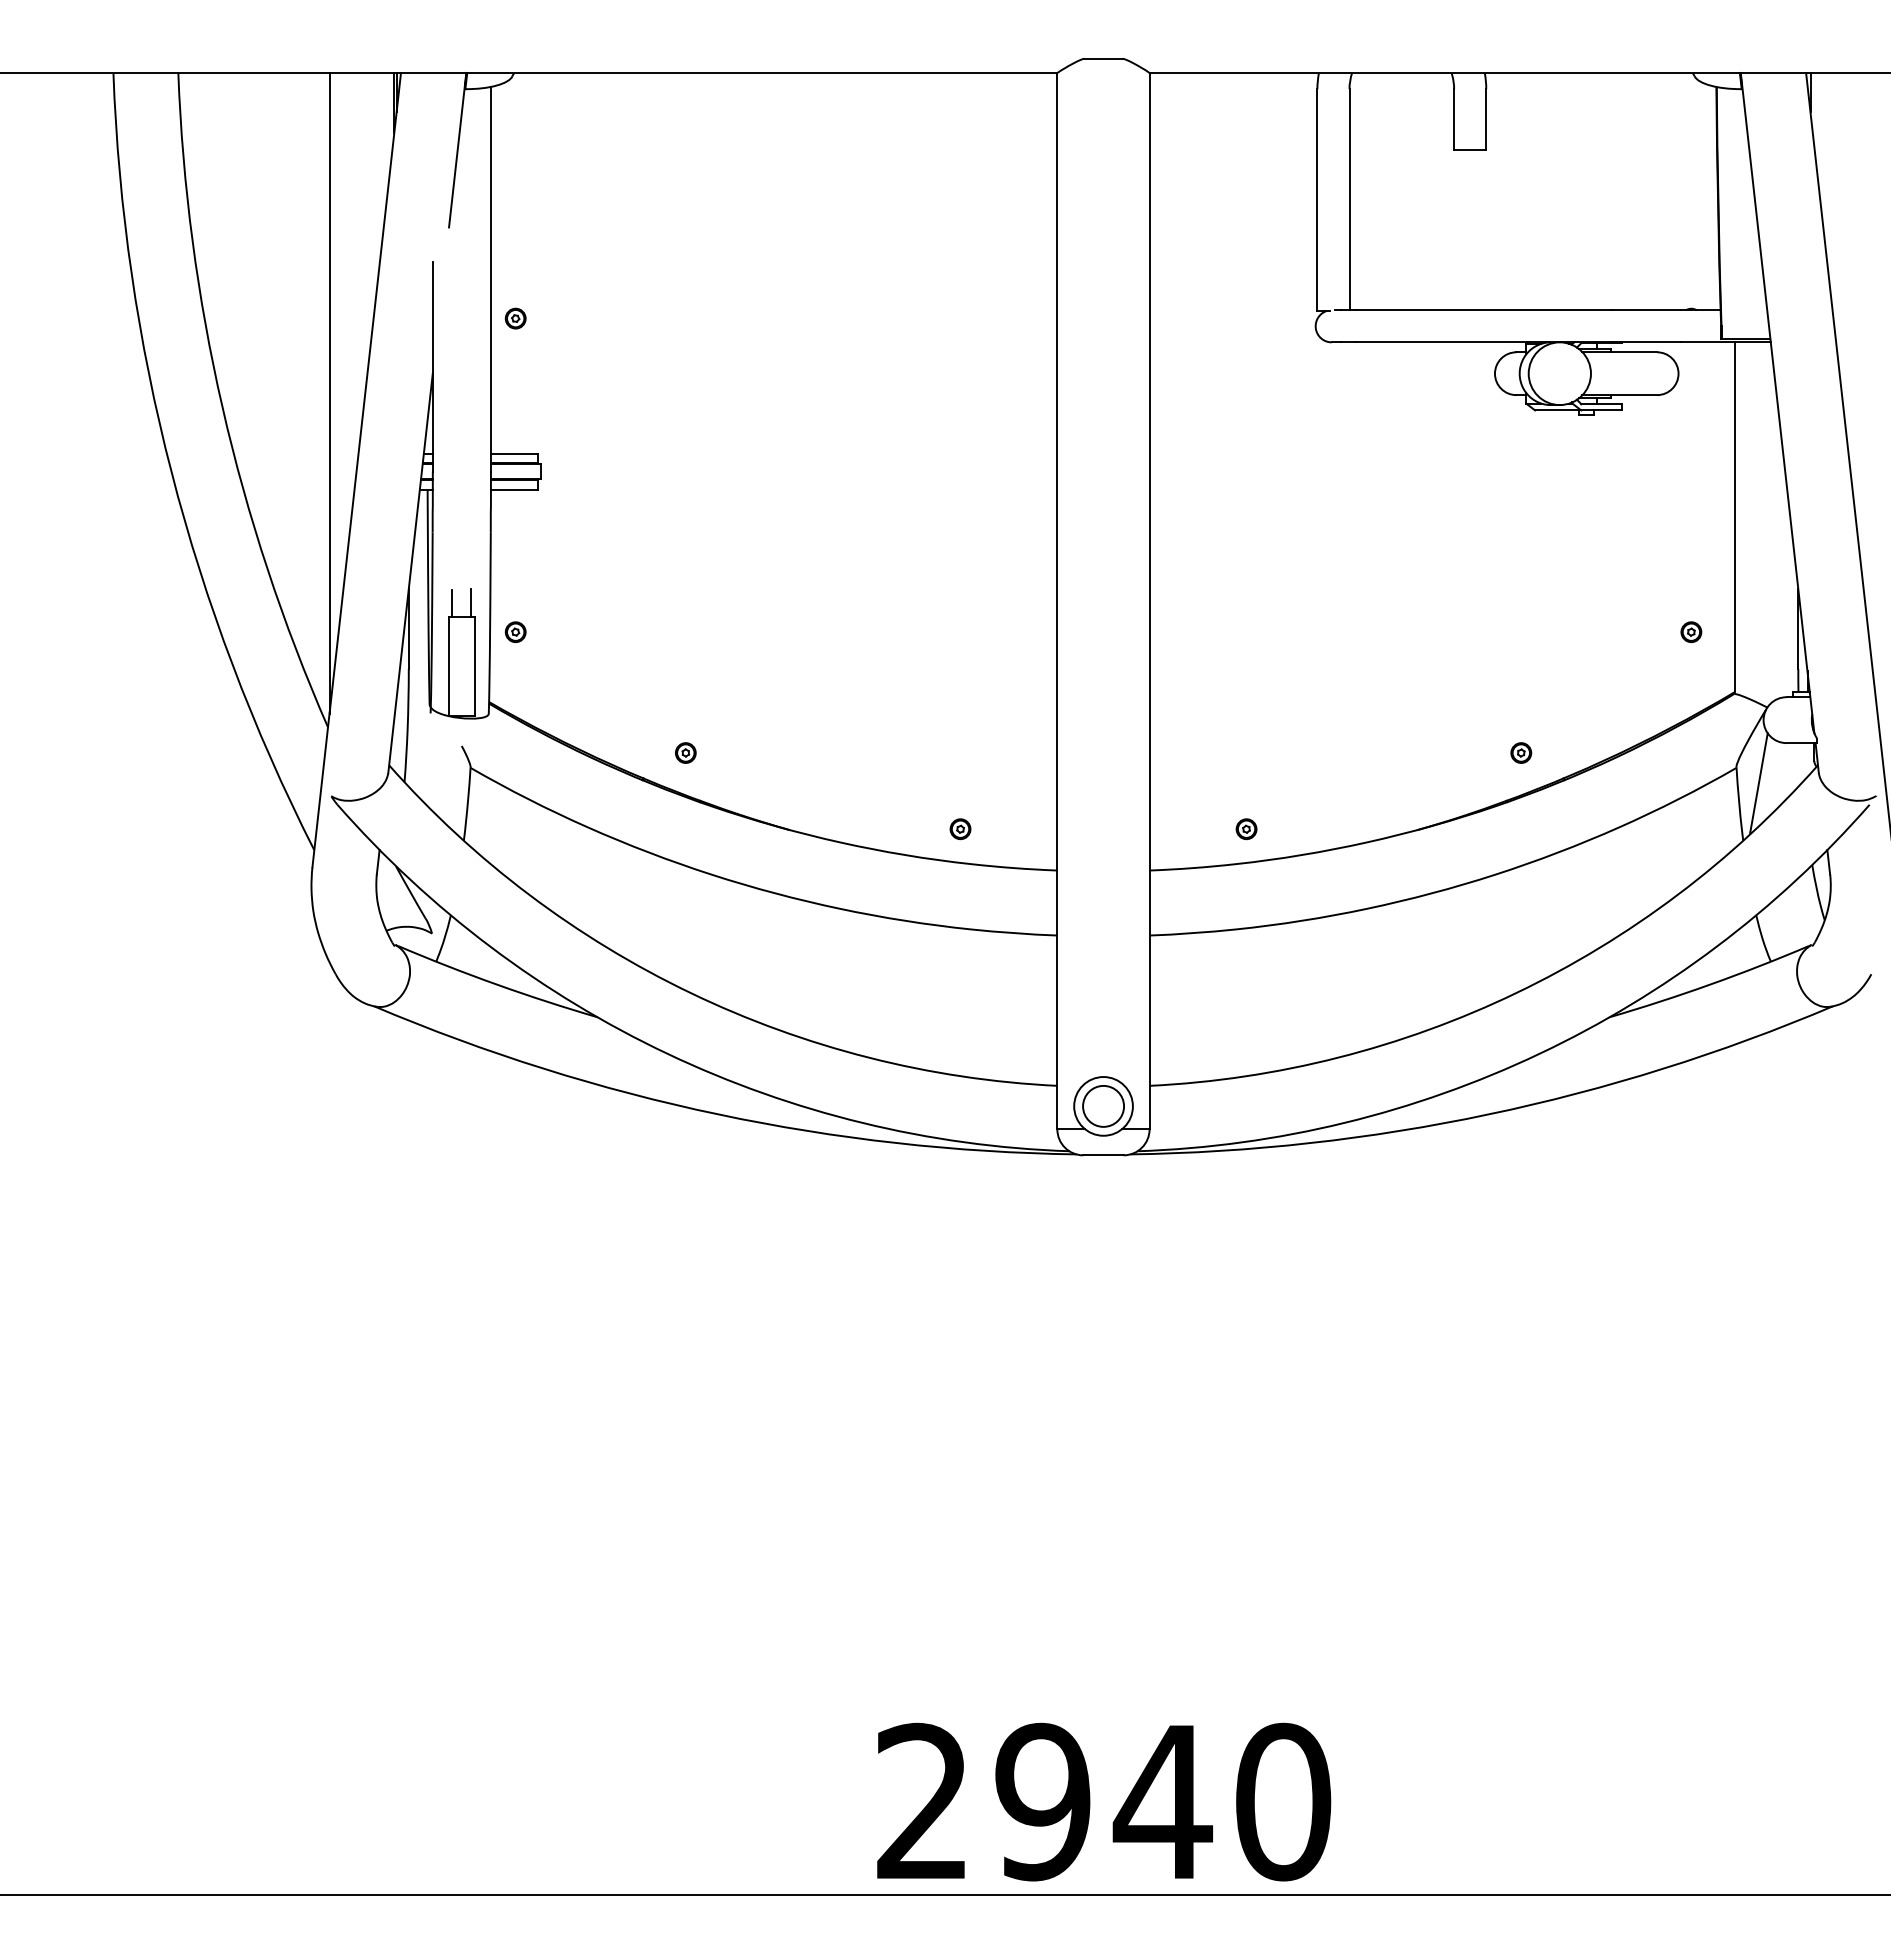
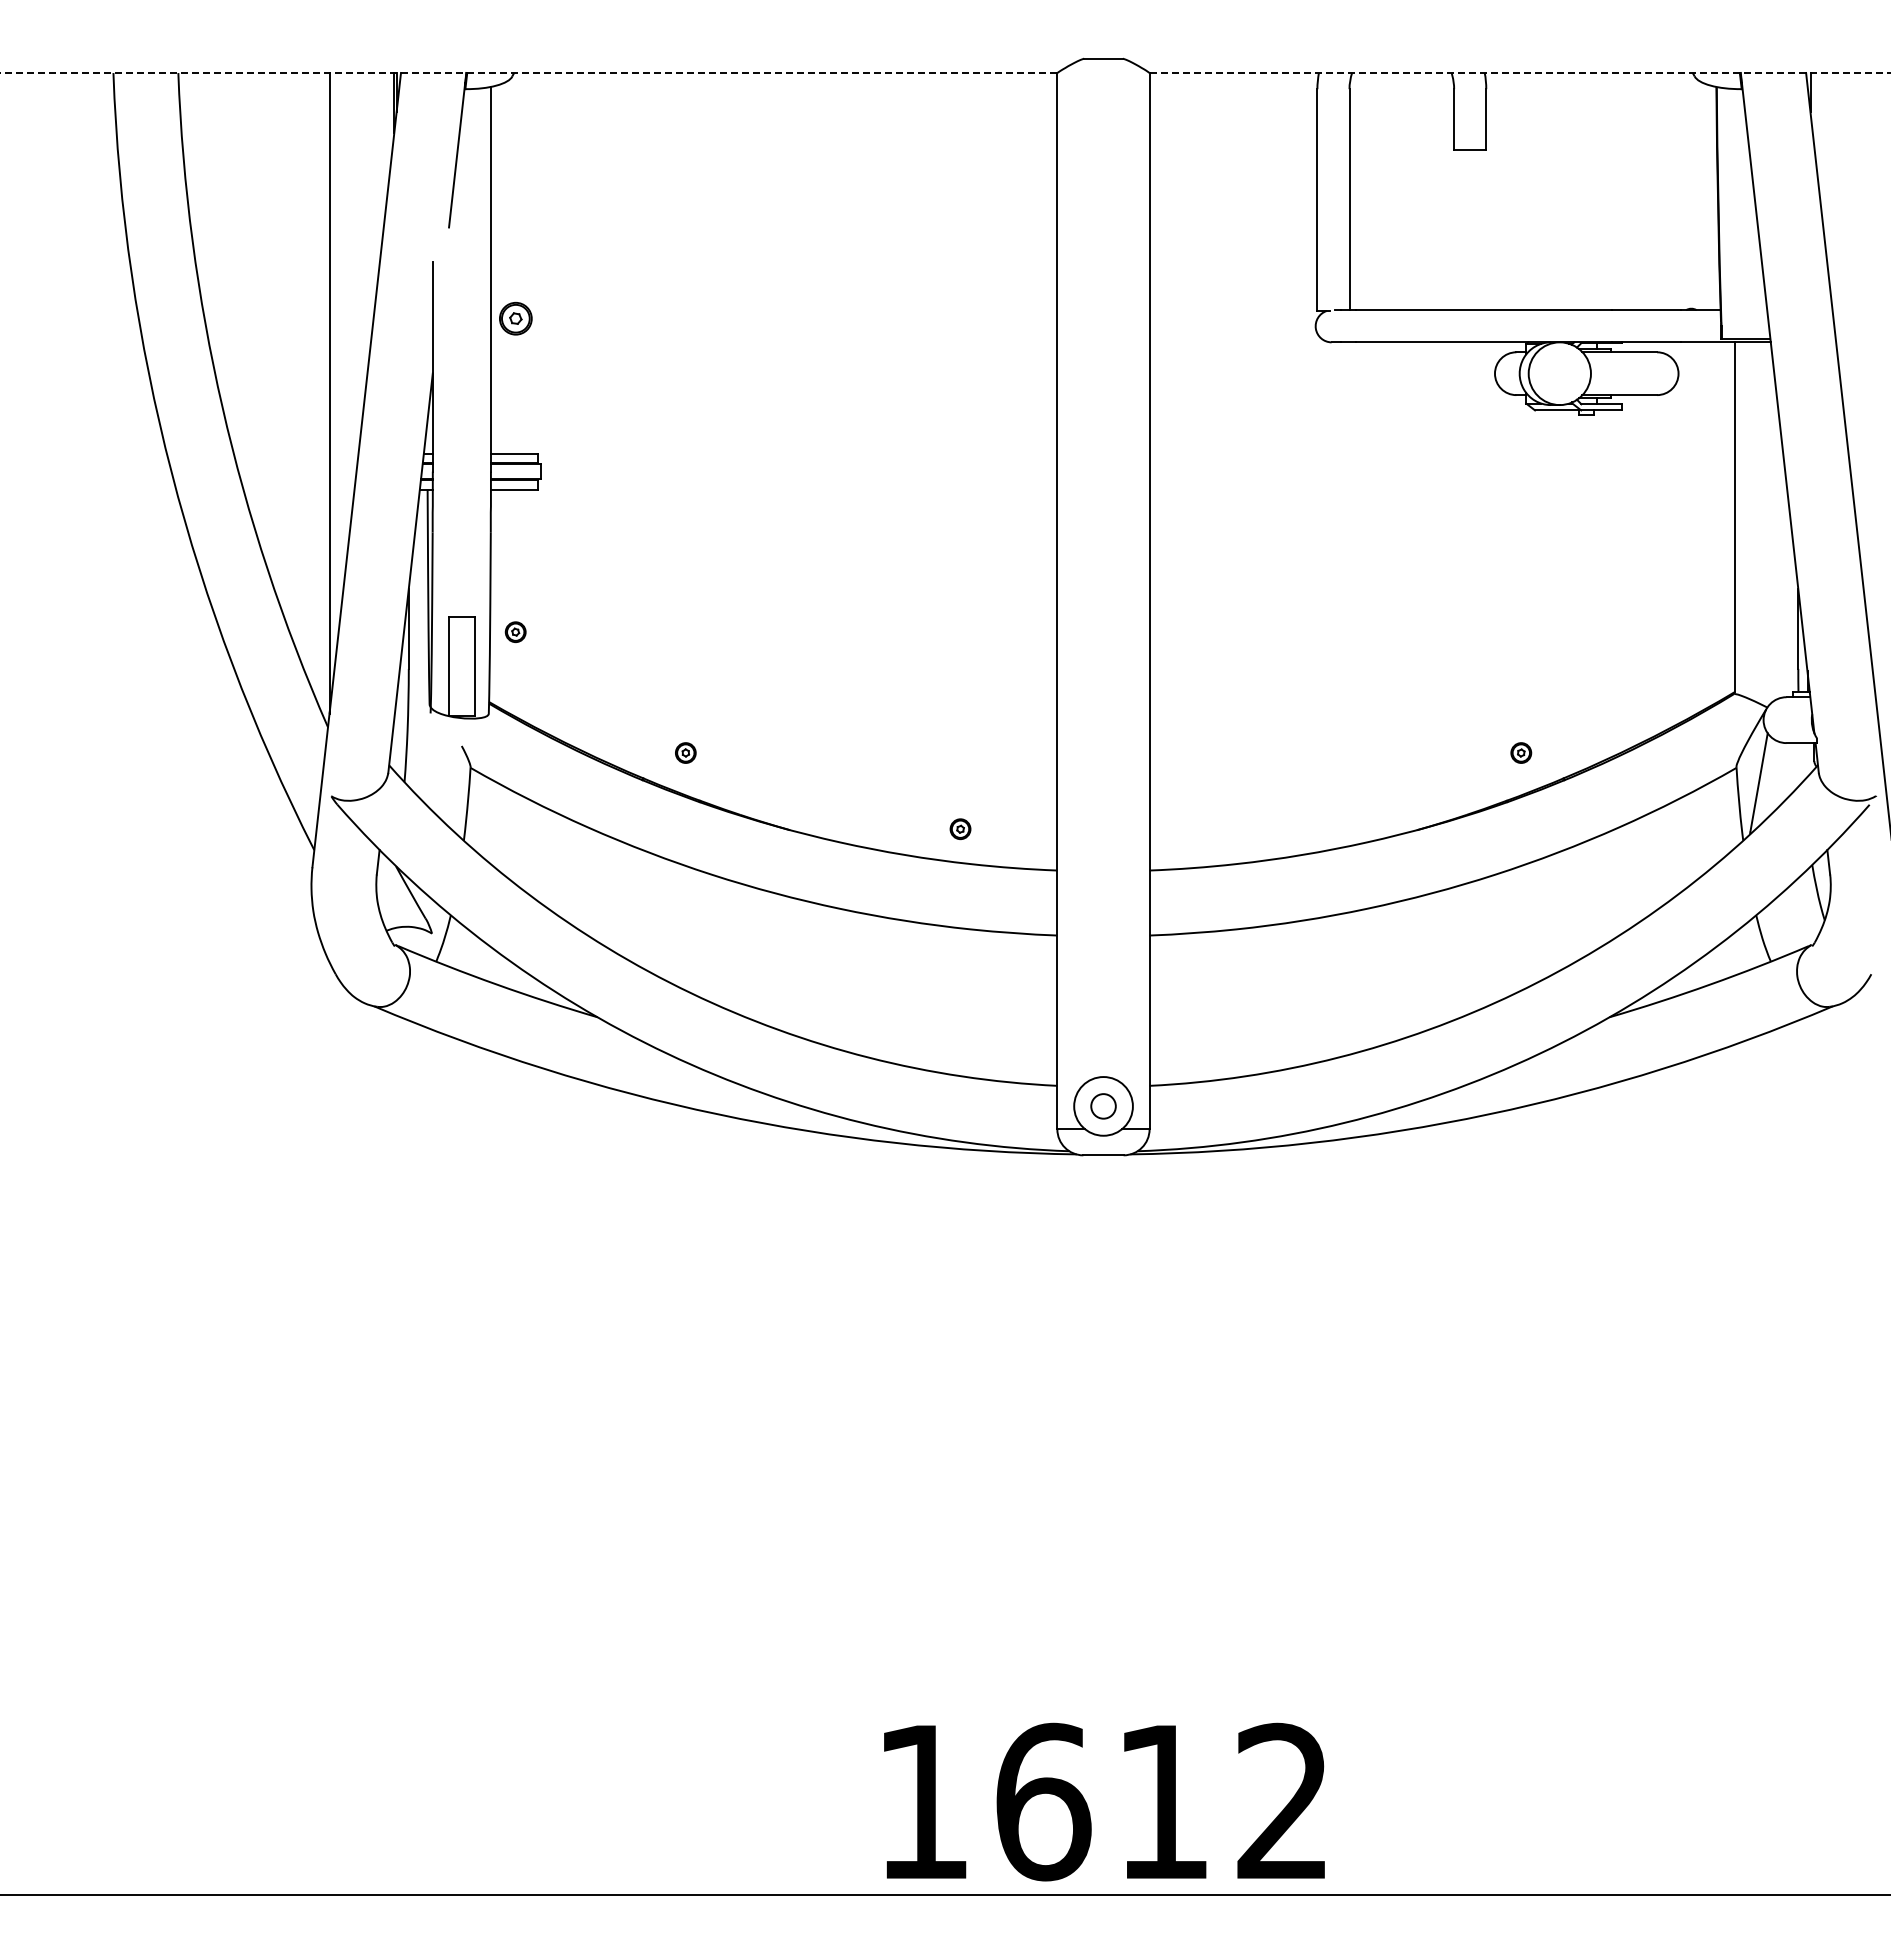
line at (529, 72): solid -> dashed
line at (1520, 72): solid -> dashed
part at (515, 318) size: 23x23 px -> 34x34 px
line at (452, 602): present -> none
line at (470, 602): present -> none
part at (1691, 631): present -> none
part at (1246, 829): present -> none
circle at (1103, 1105) diameter: 41 px -> 25 px
text at (1104, 1801): 2940 -> 1612
